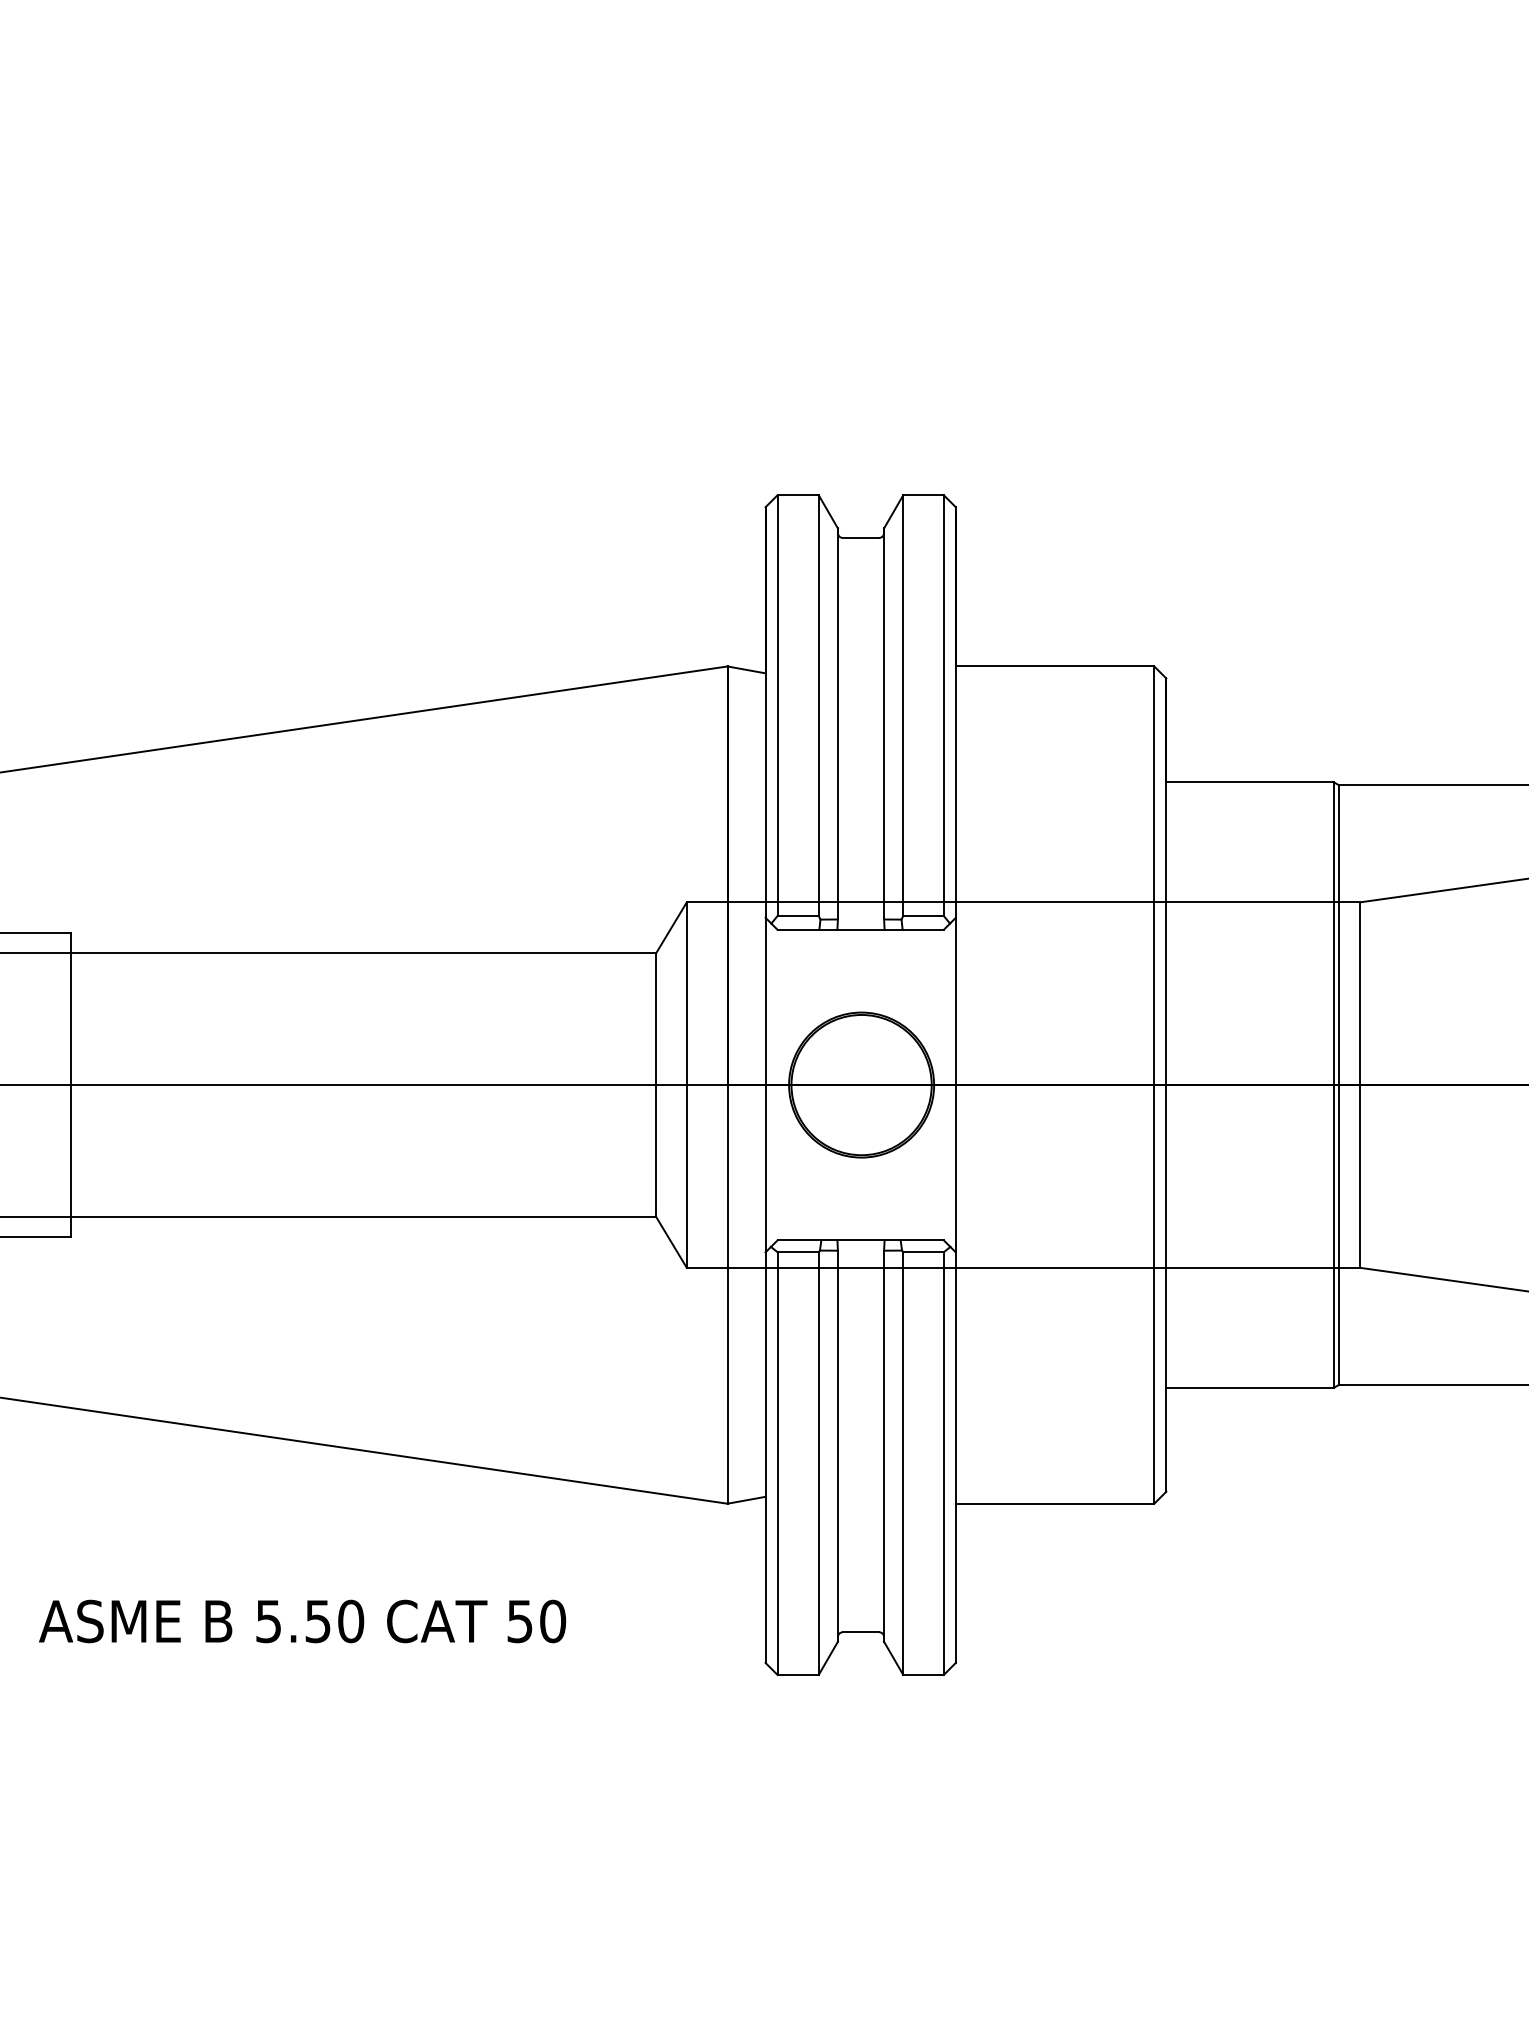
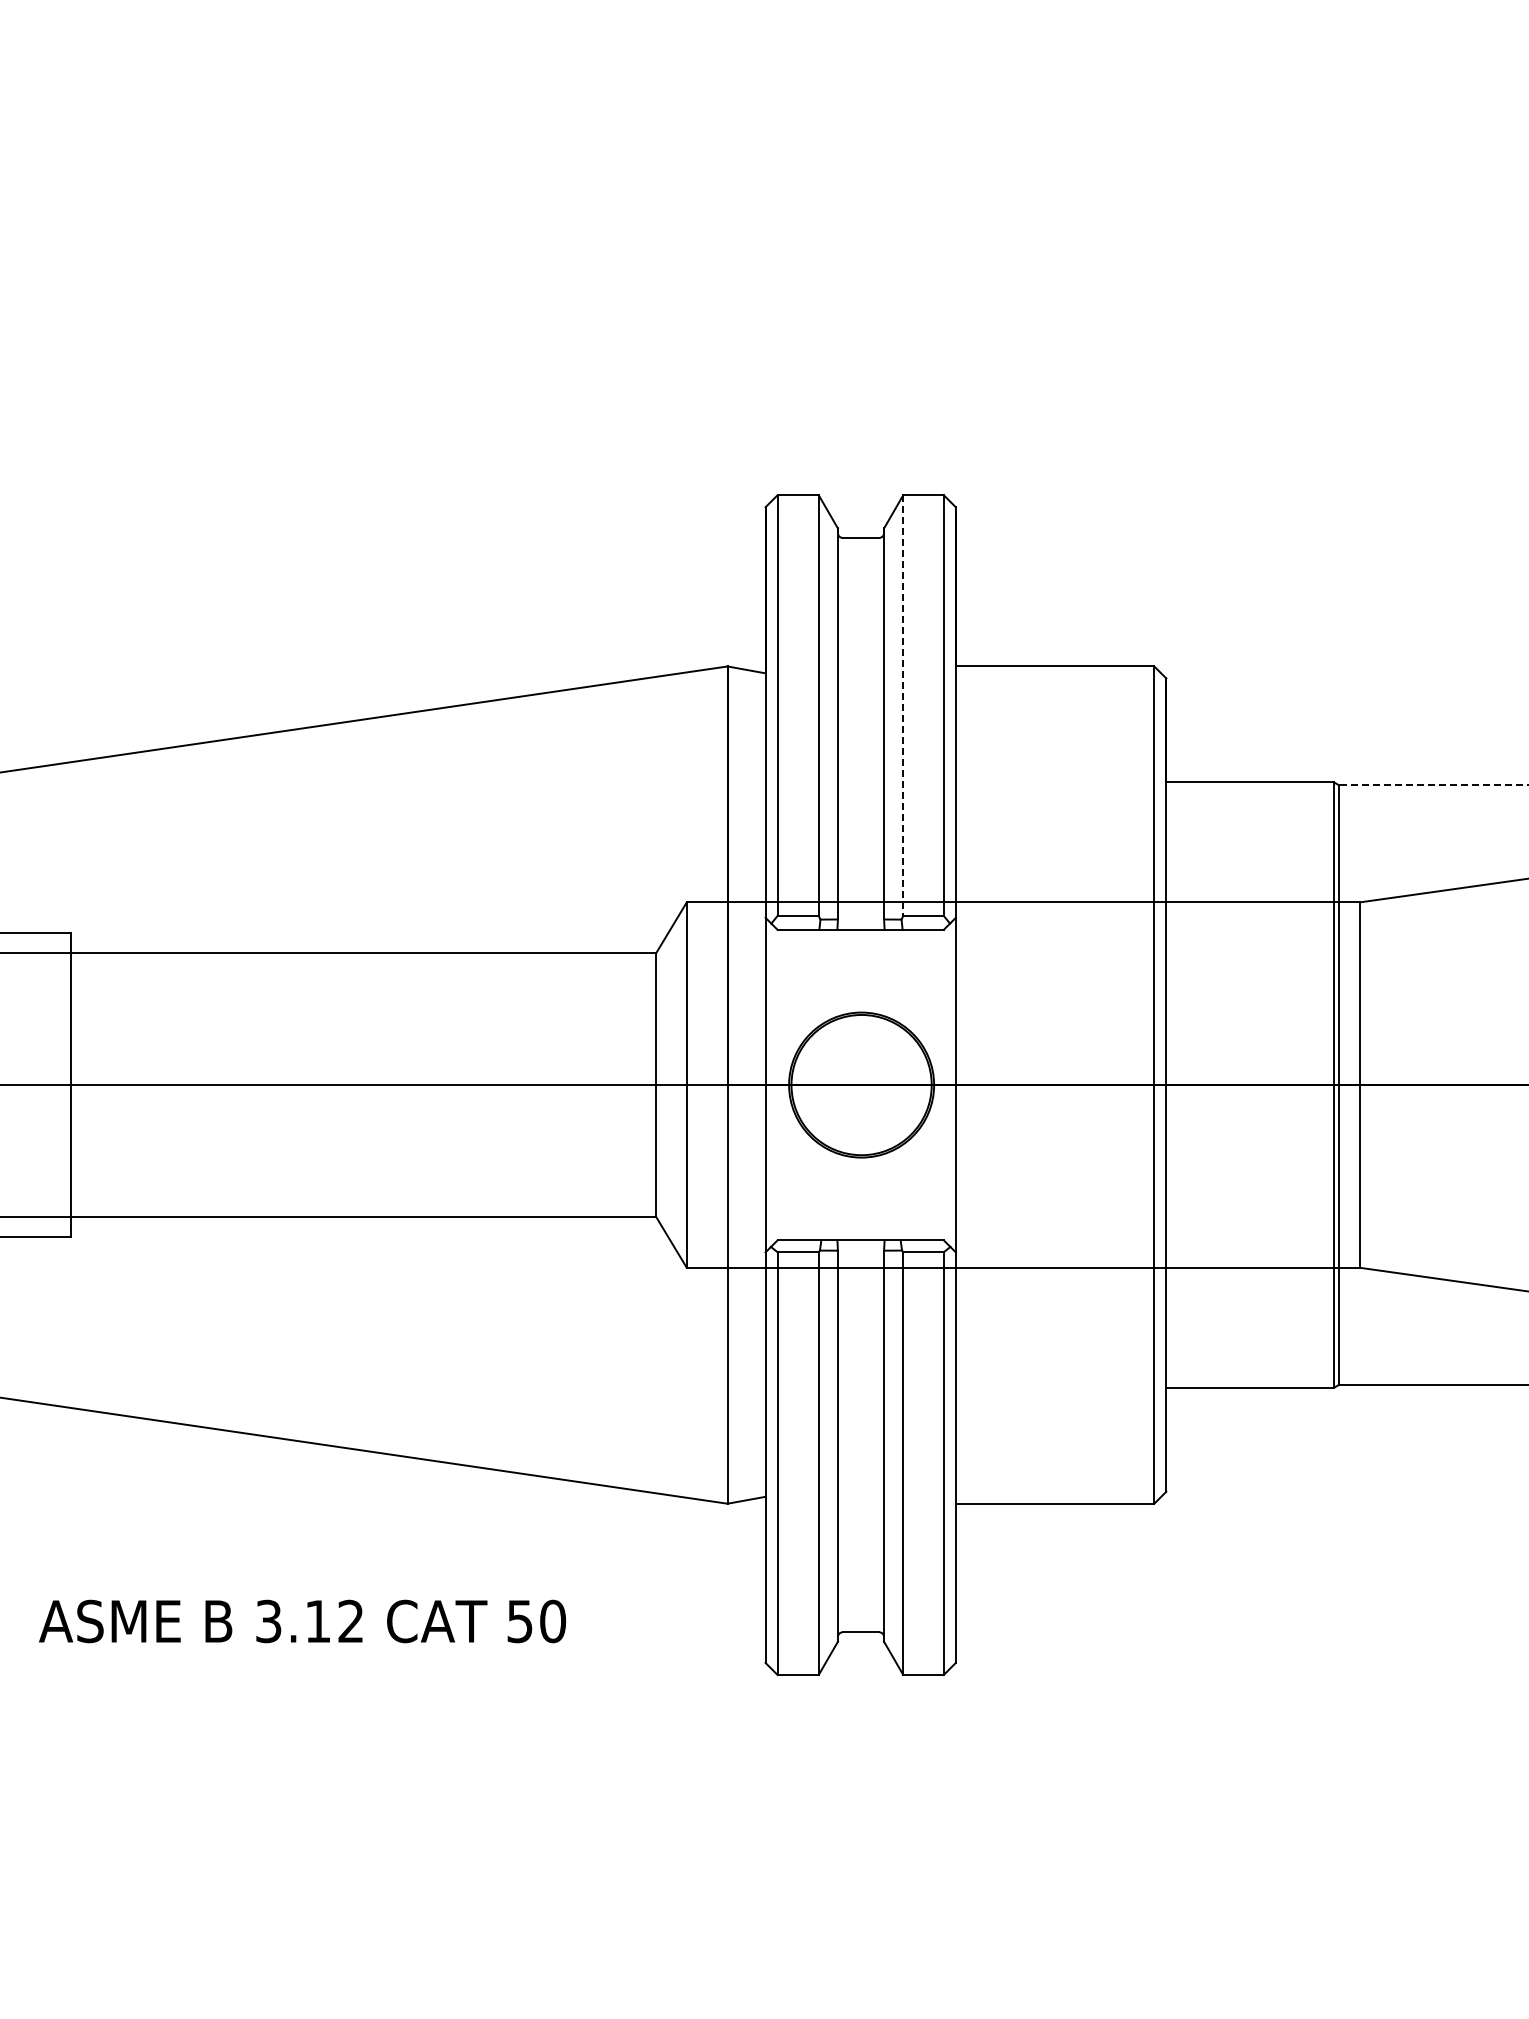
line at (903, 706): solid -> dashed
line at (1434, 785): solid -> dashed
text at (310, 1621): 5.50 -> 3.12
